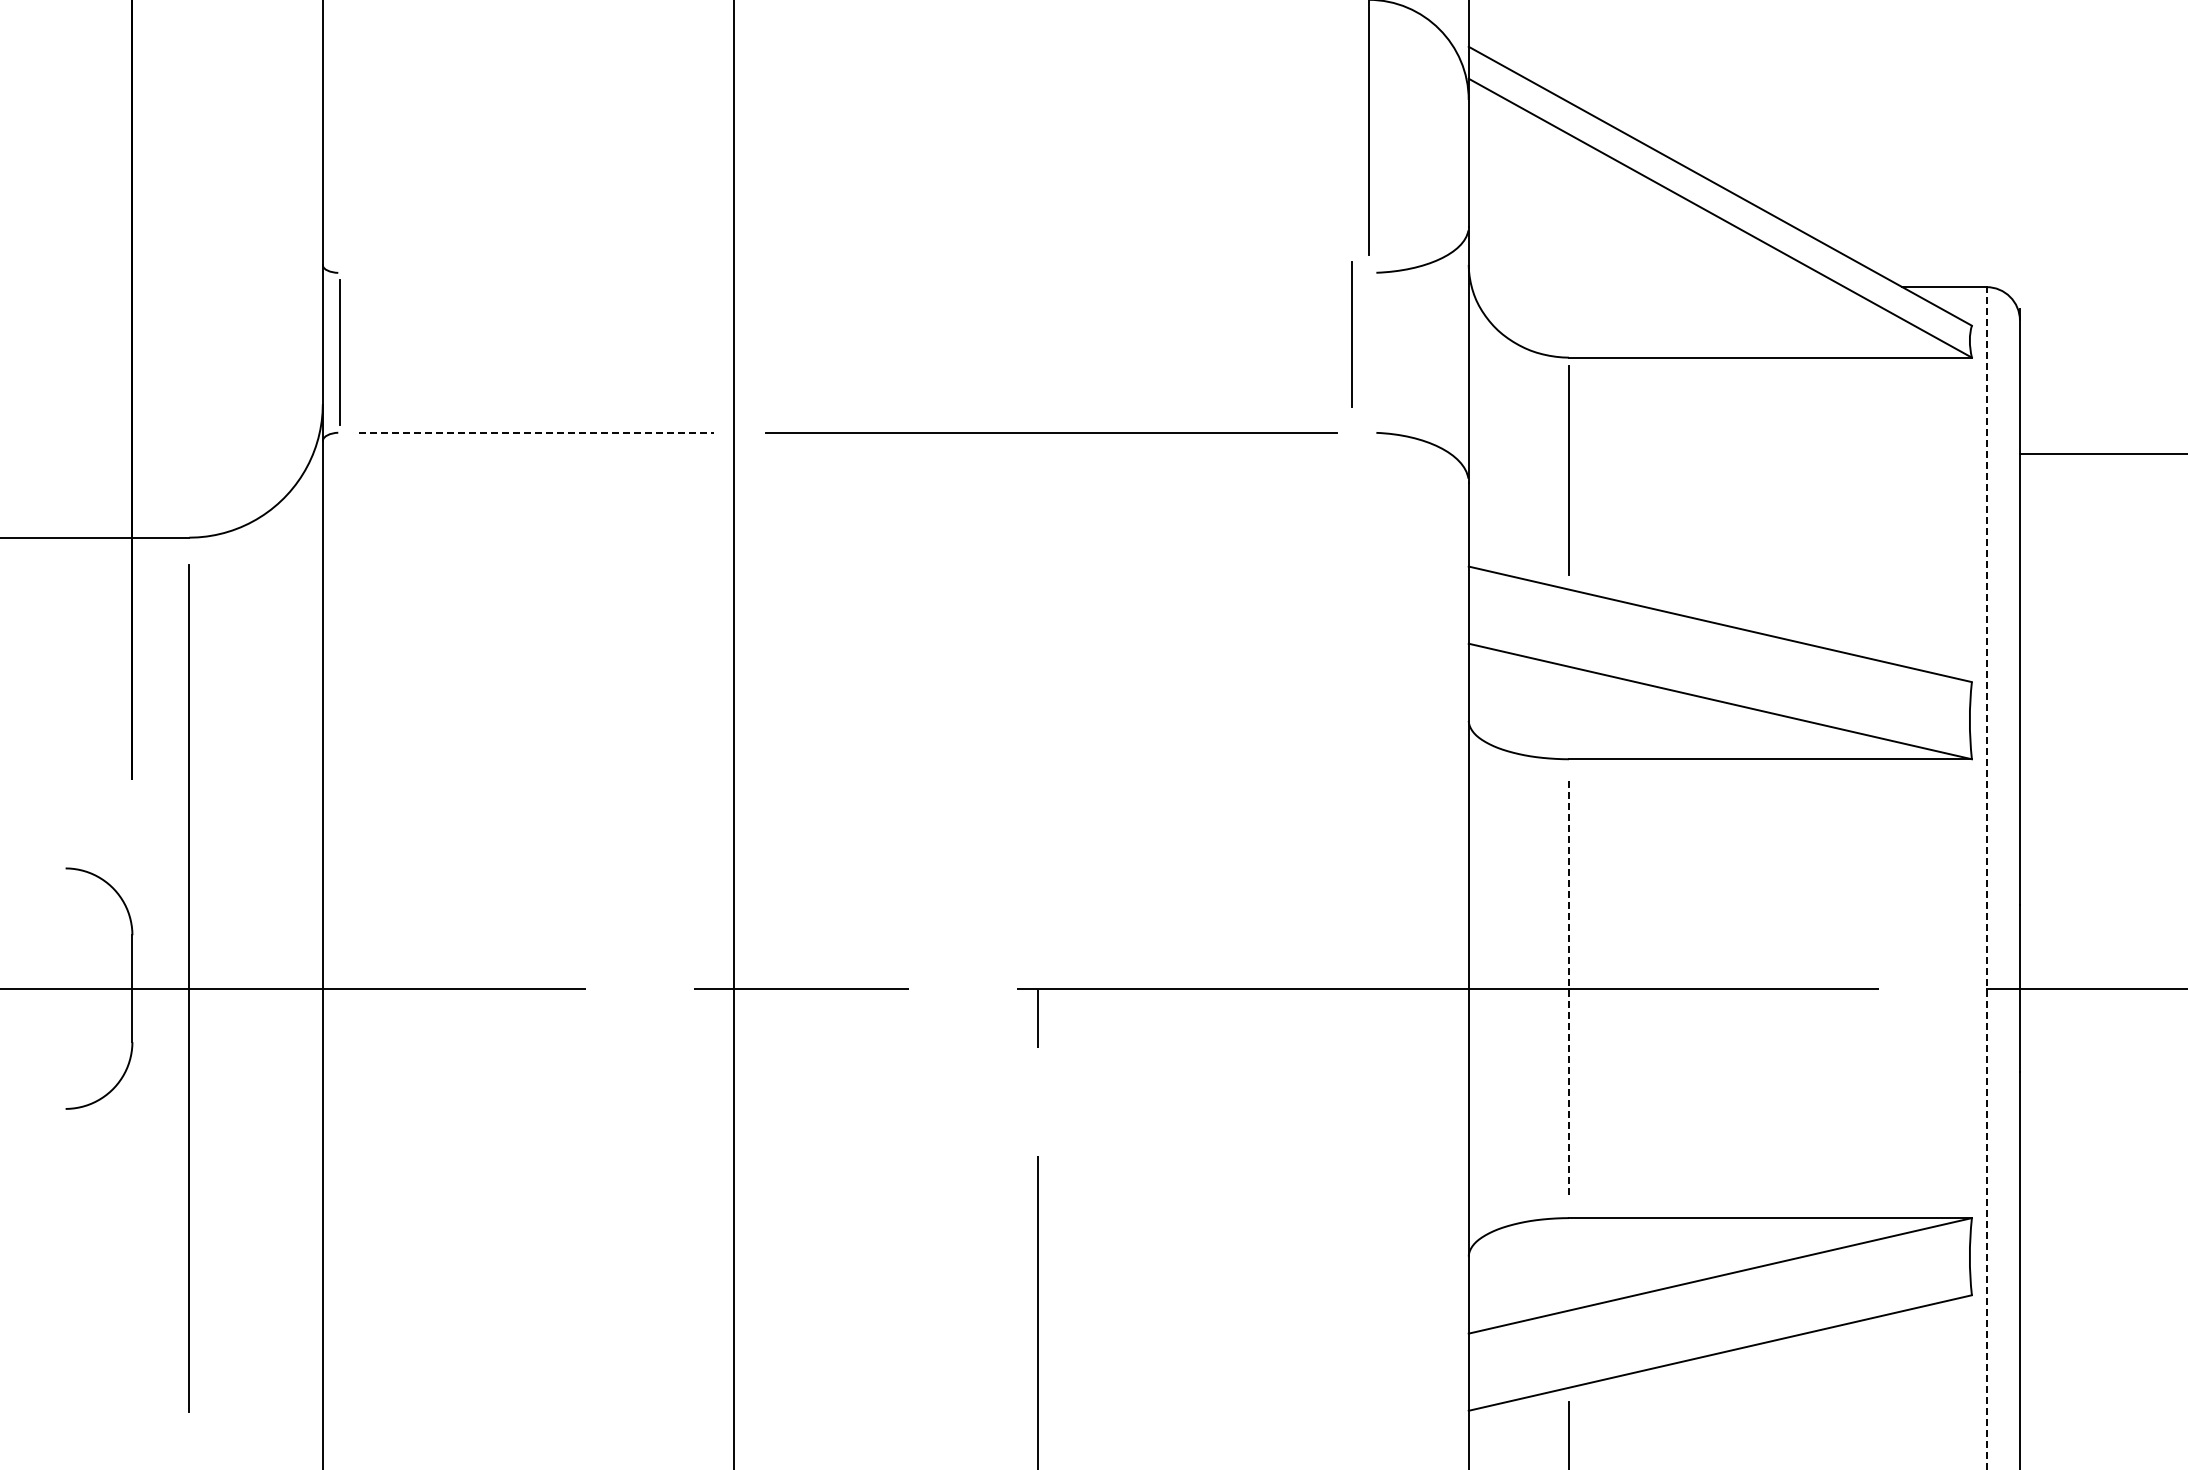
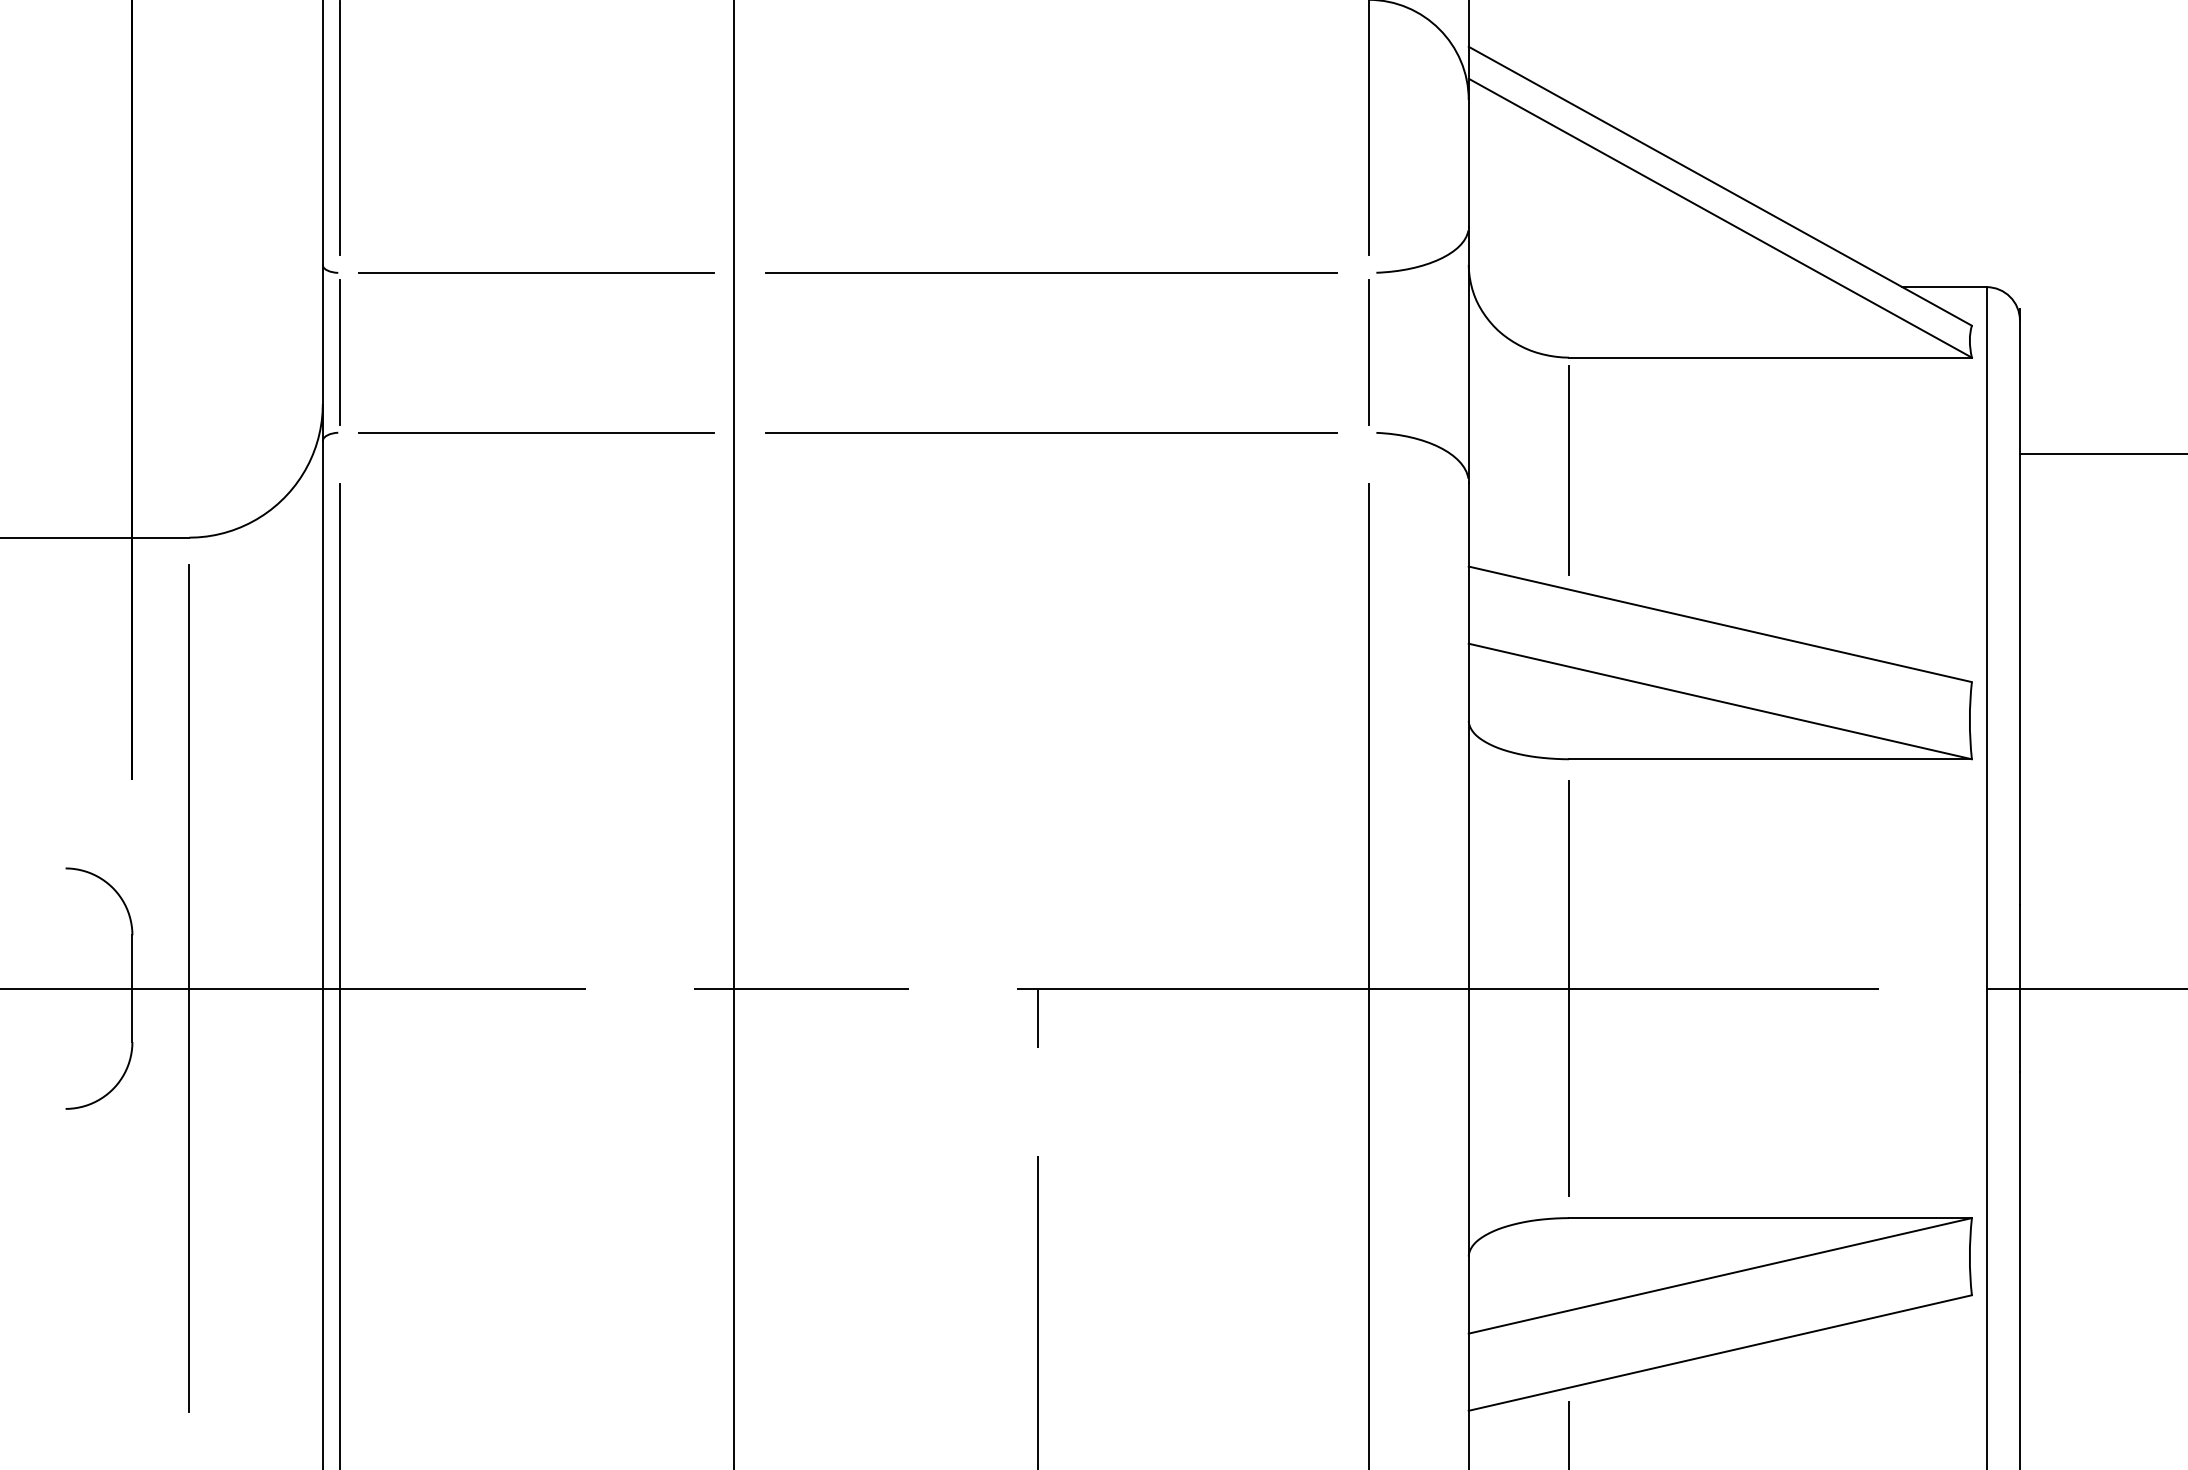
line at (339, 128): none -> present
line at (536, 272): none -> present
line at (1050, 272): none -> present
line at (1351, 334) position: (1351, 334) -> (1368, 352)
line at (537, 432): dashed -> solid
line at (1986, 877): dashed -> solid
line at (339, 974): none -> present
line at (1368, 974): none -> present
line at (1568, 989): dashed -> solid
